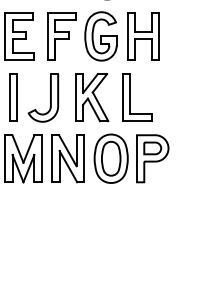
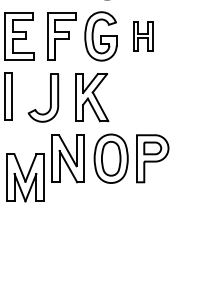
part at (143, 36) size: 33x49 px -> 21x31 px
part at (13, 97) position: (13, 97) -> (8, 96)
part at (130, 97): present -> none
part at (23, 158) position: (23, 158) -> (25, 177)
